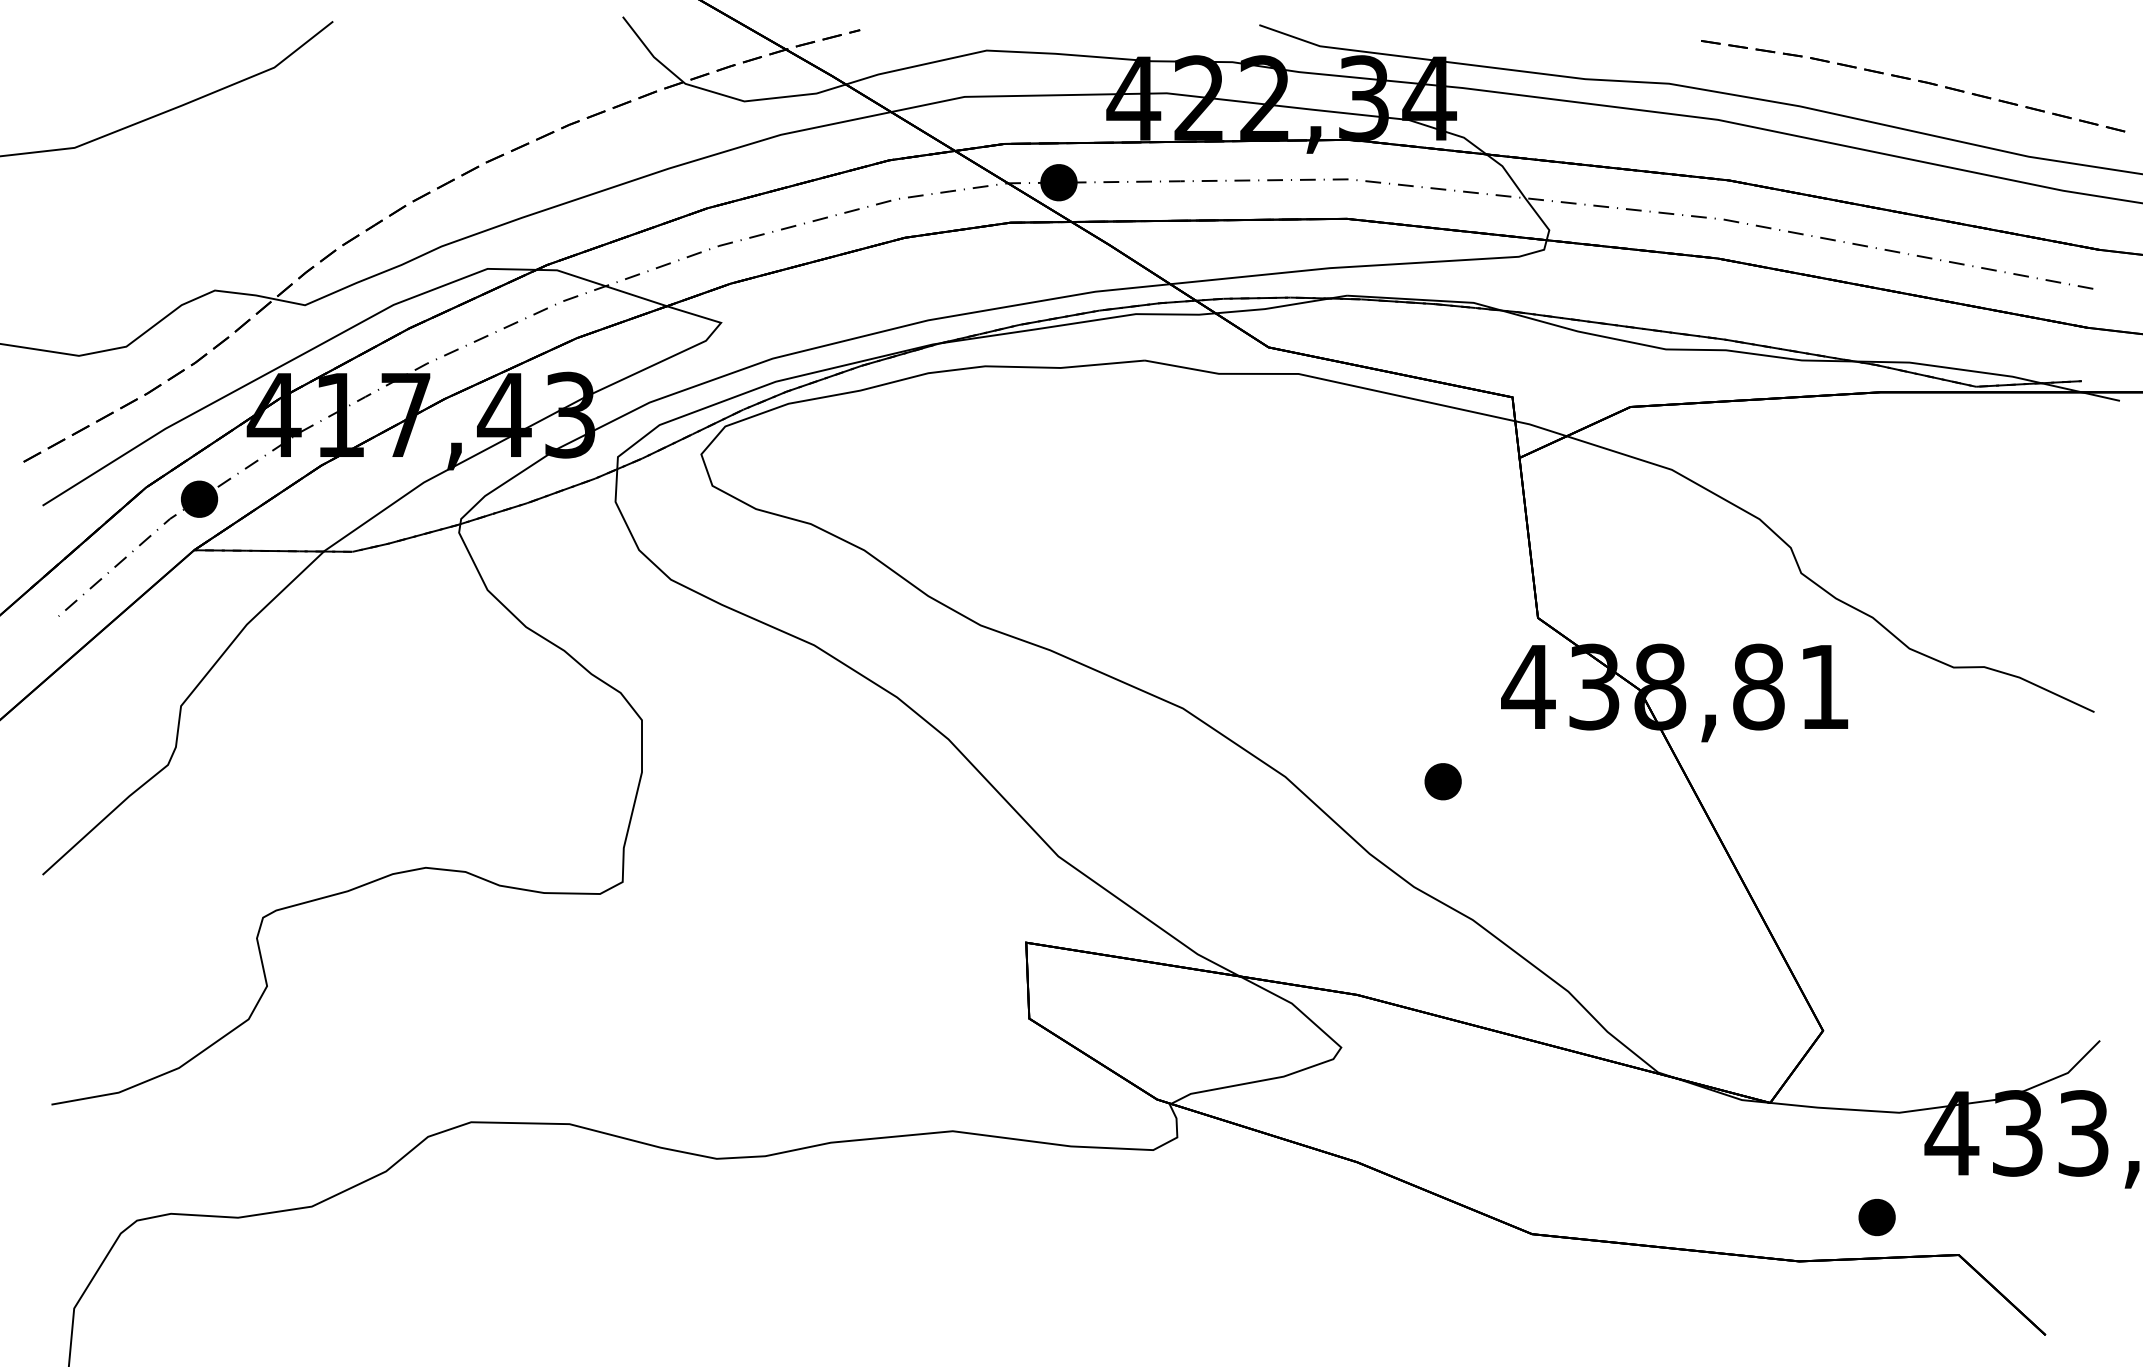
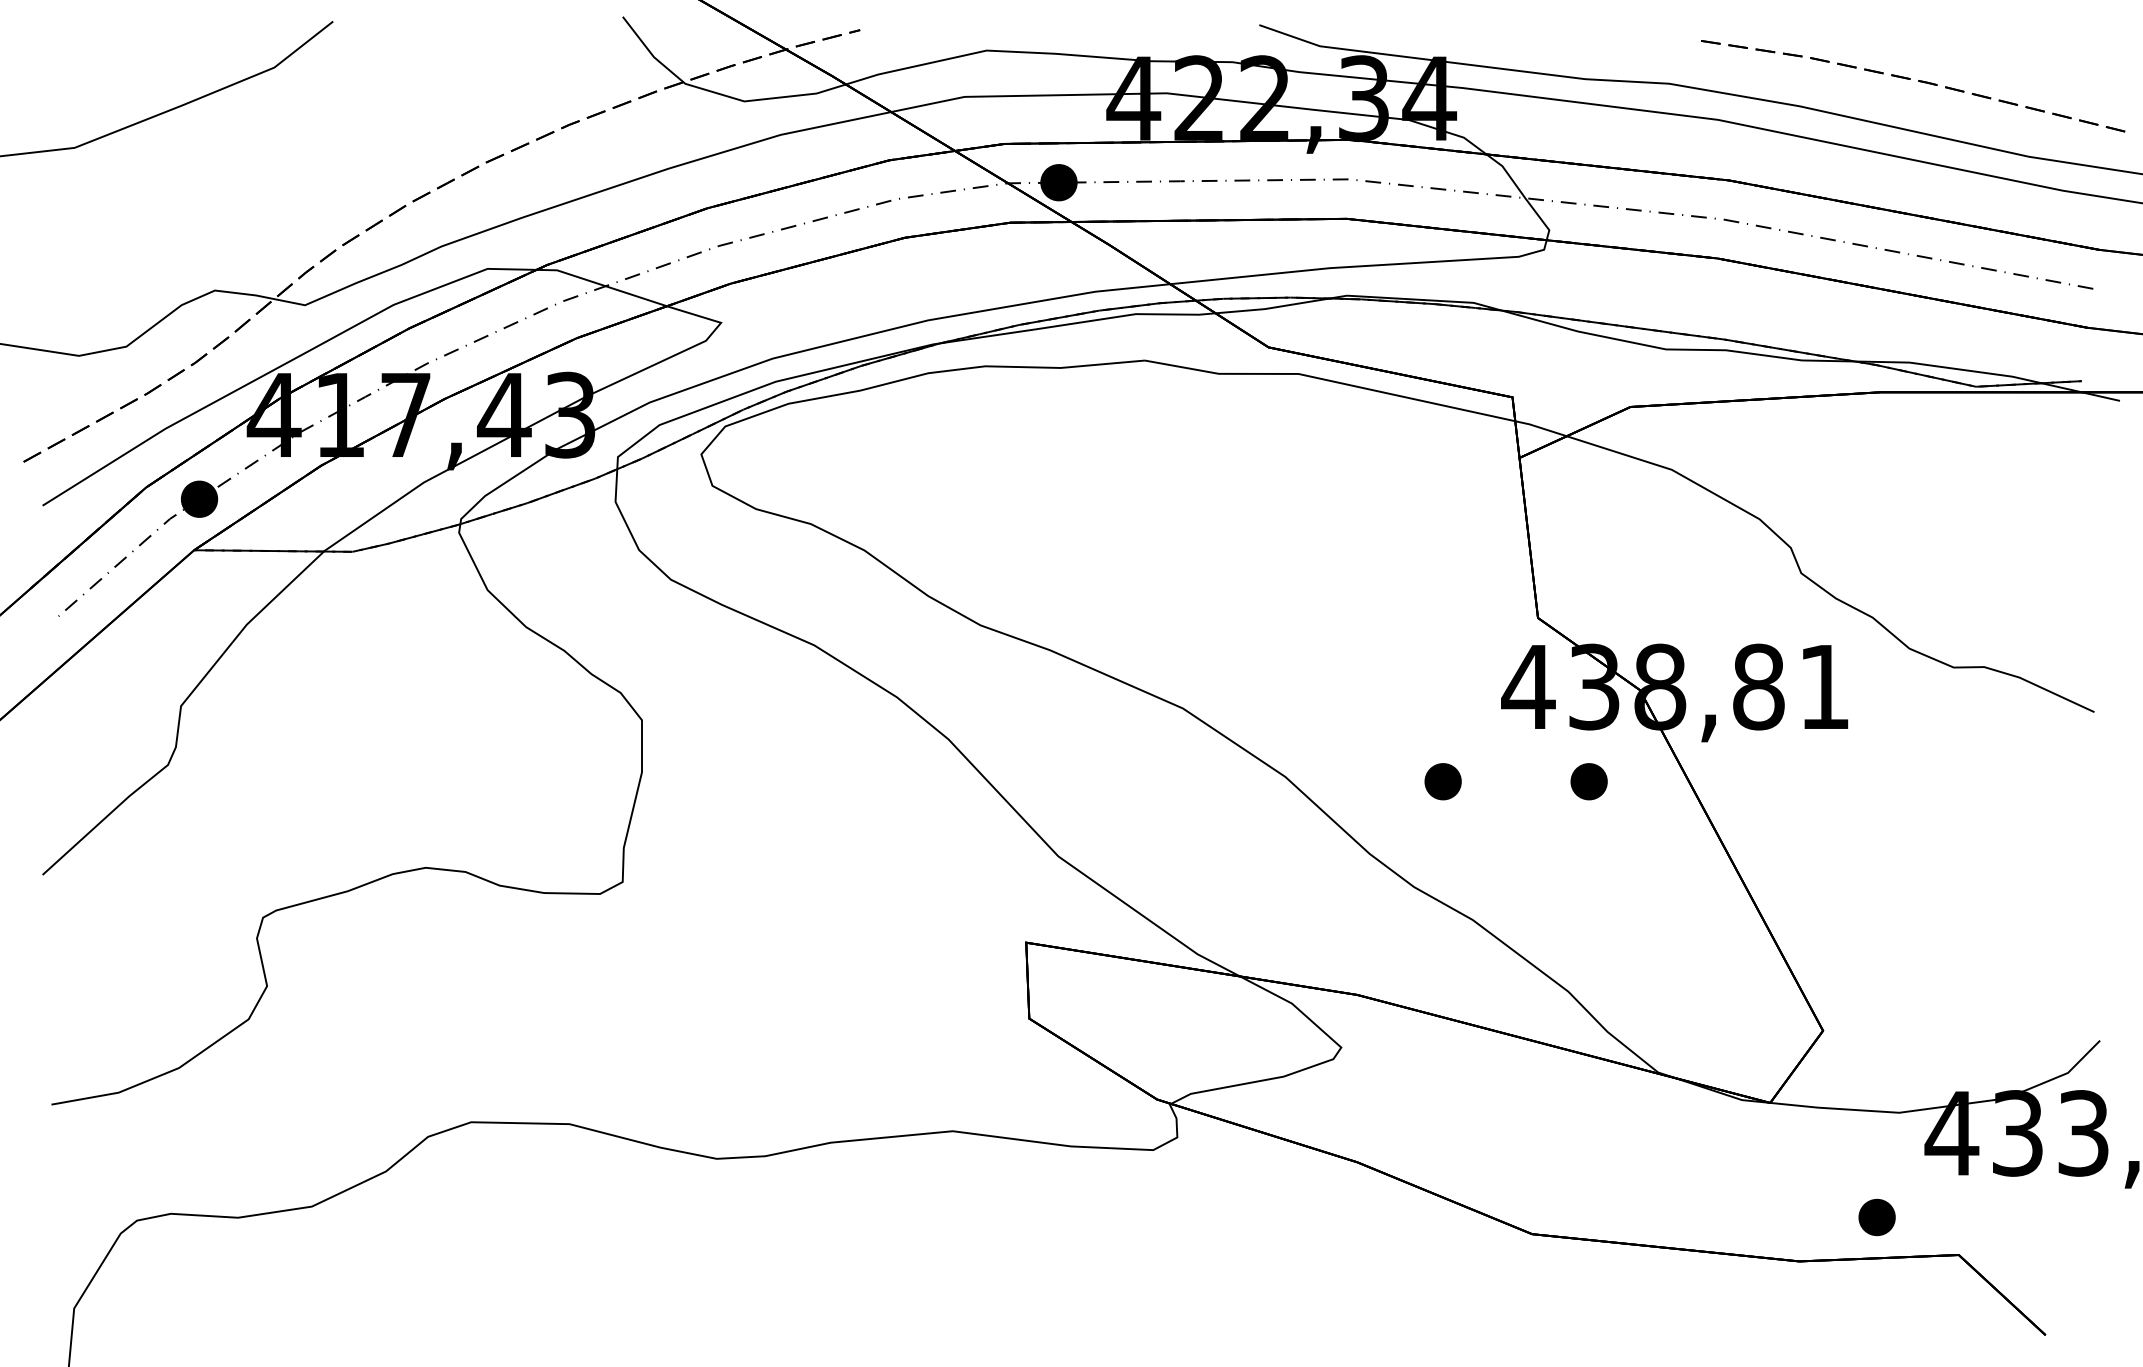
part at (1588, 781): none -> present
